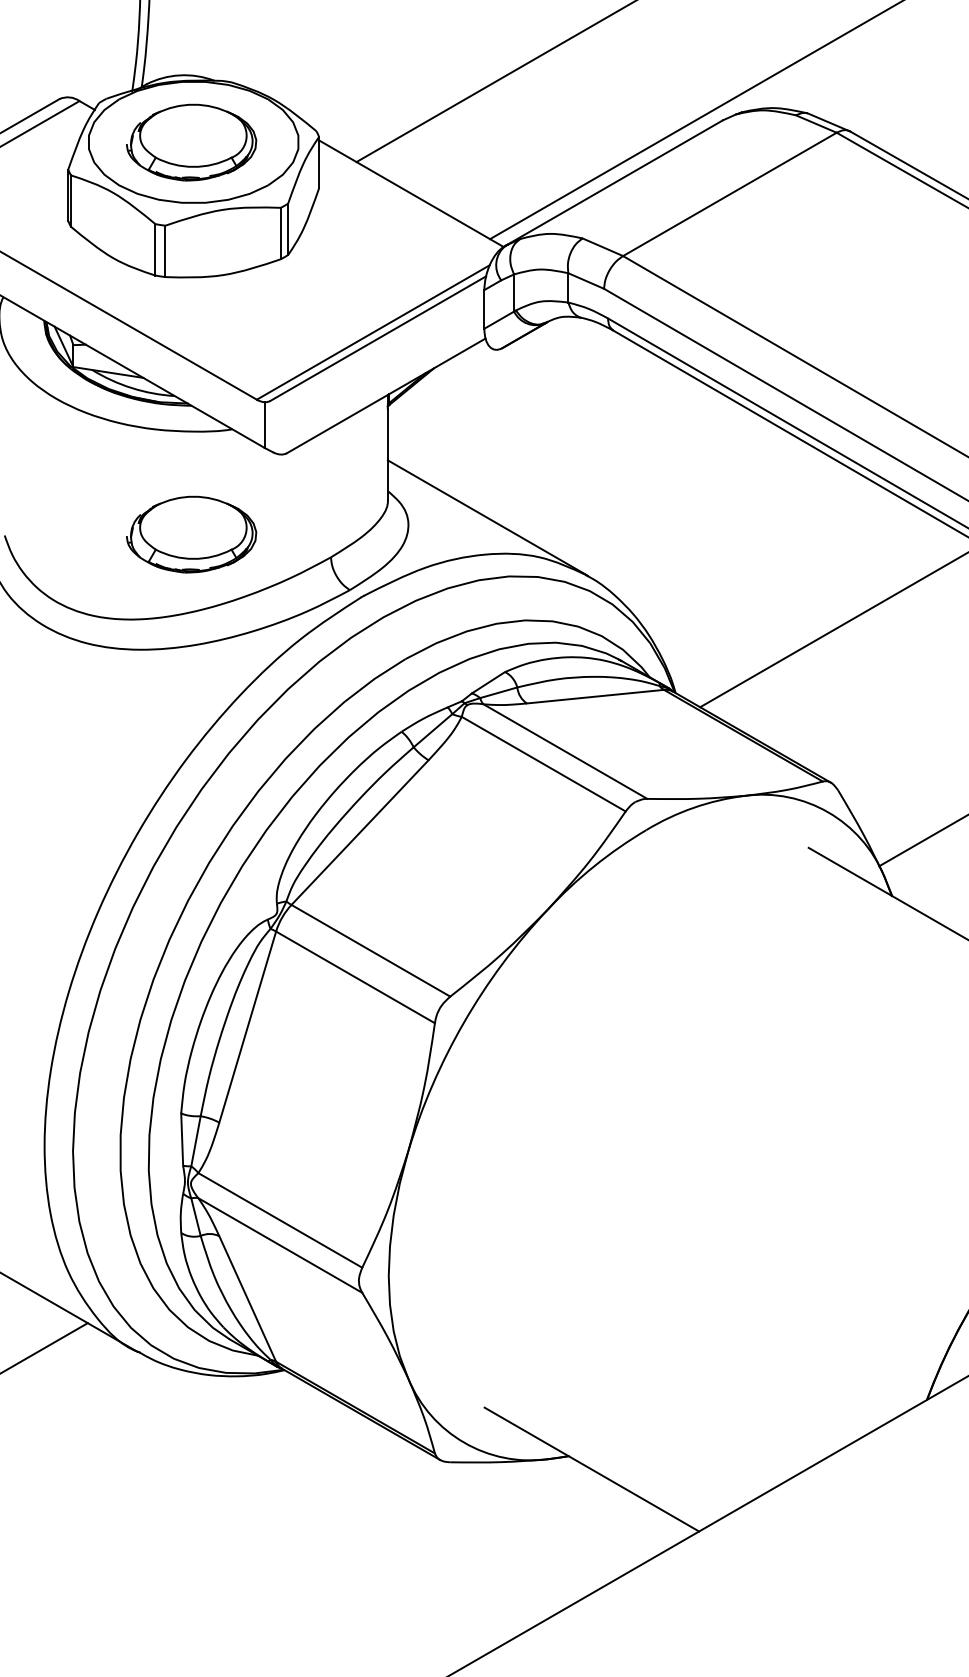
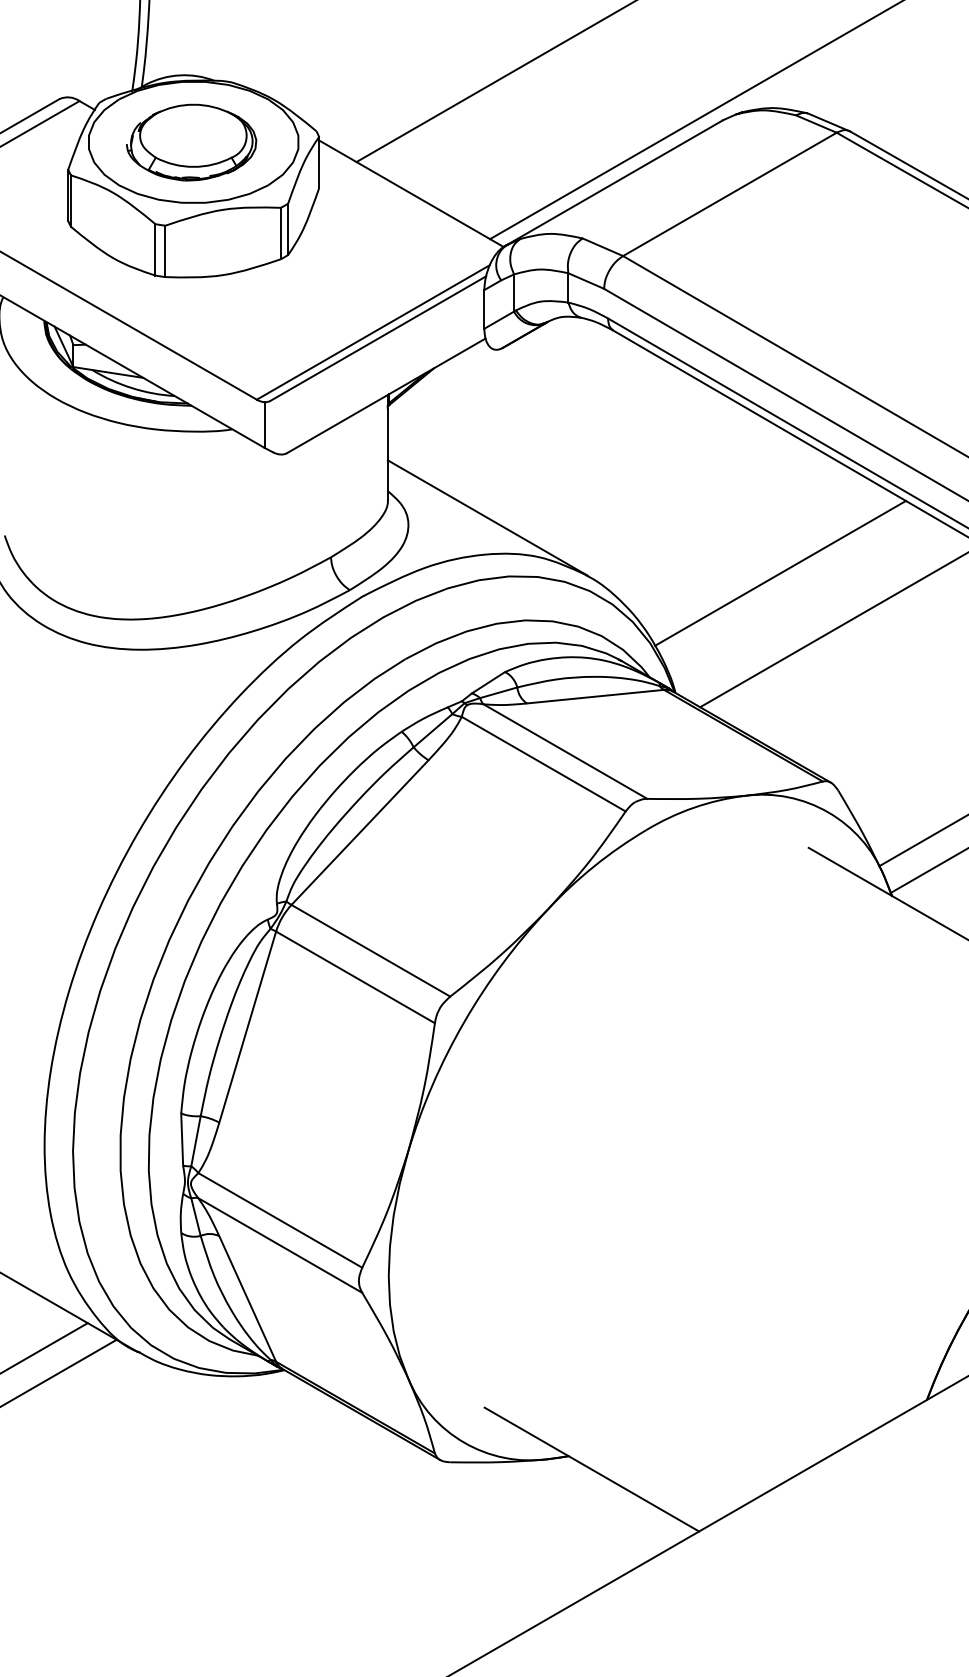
part at (191, 534): present -> none
line at (780, 572): none -> present
line at (927, 870): none -> present
line at (59, 1372): none -> present
